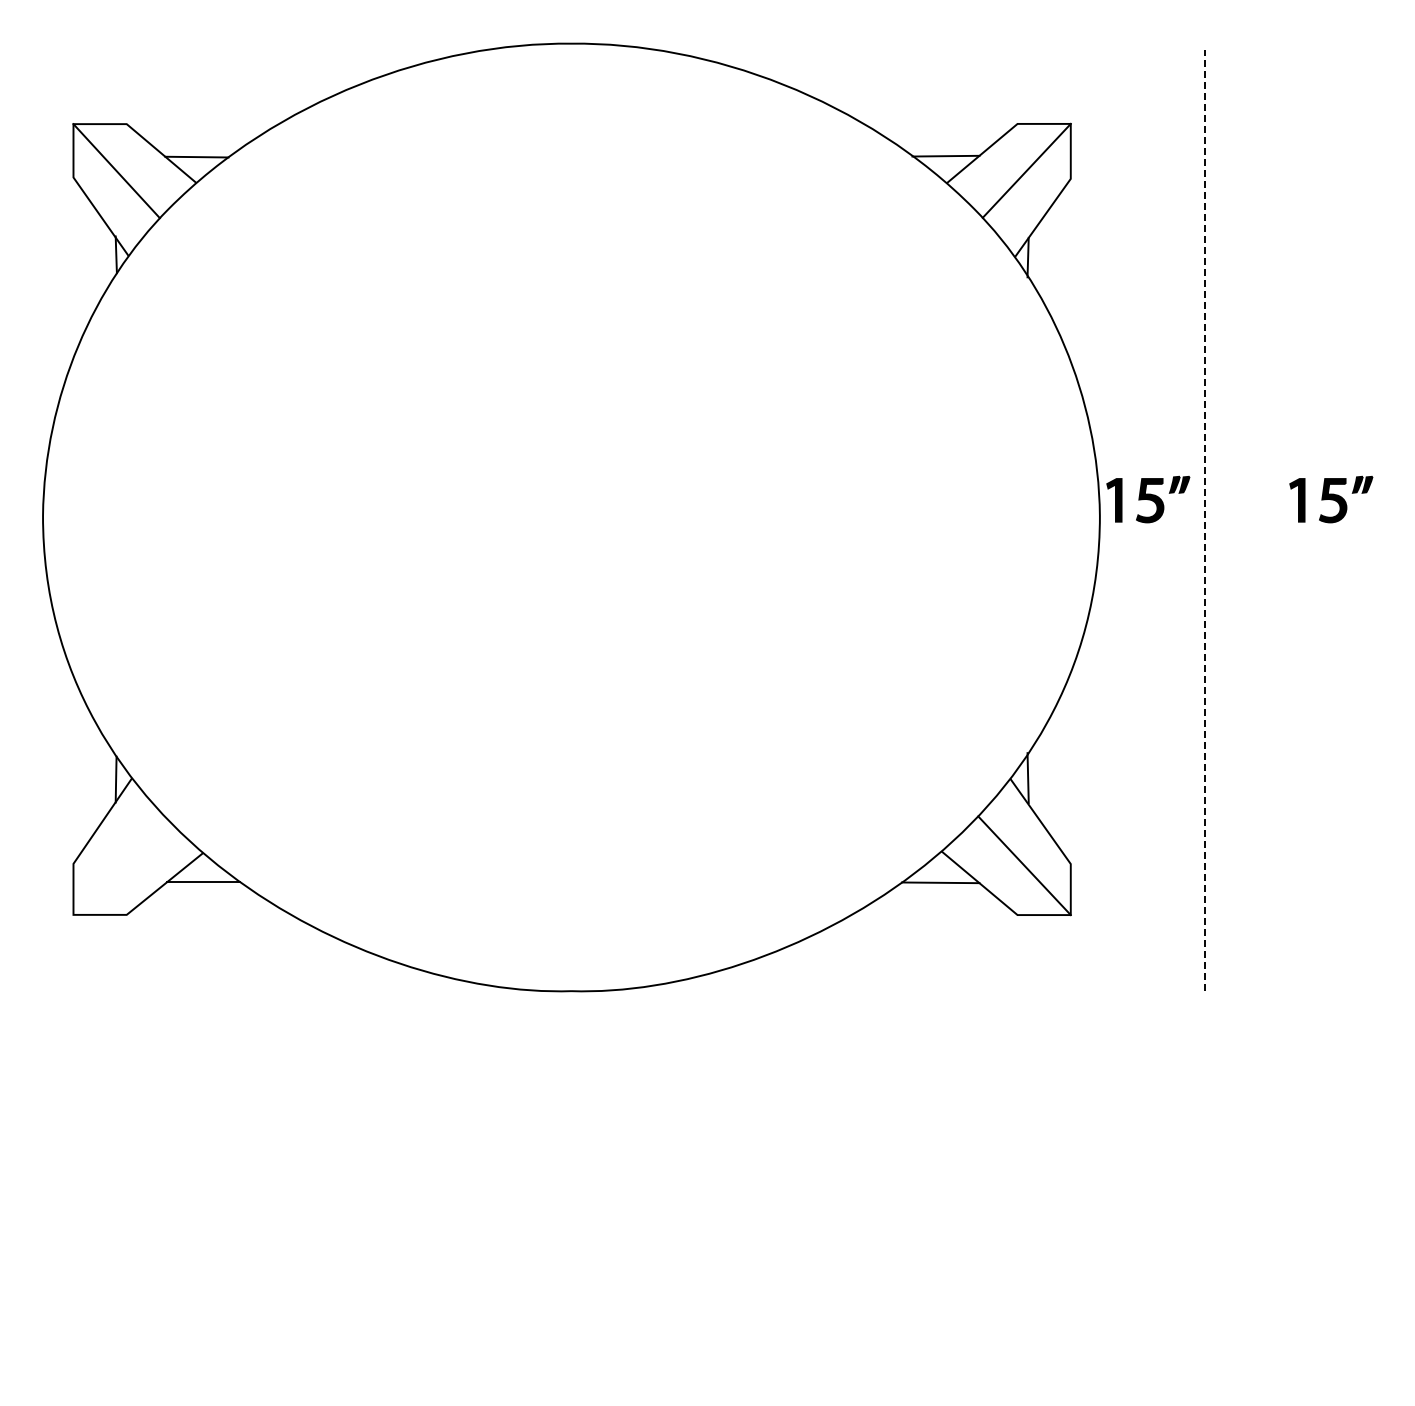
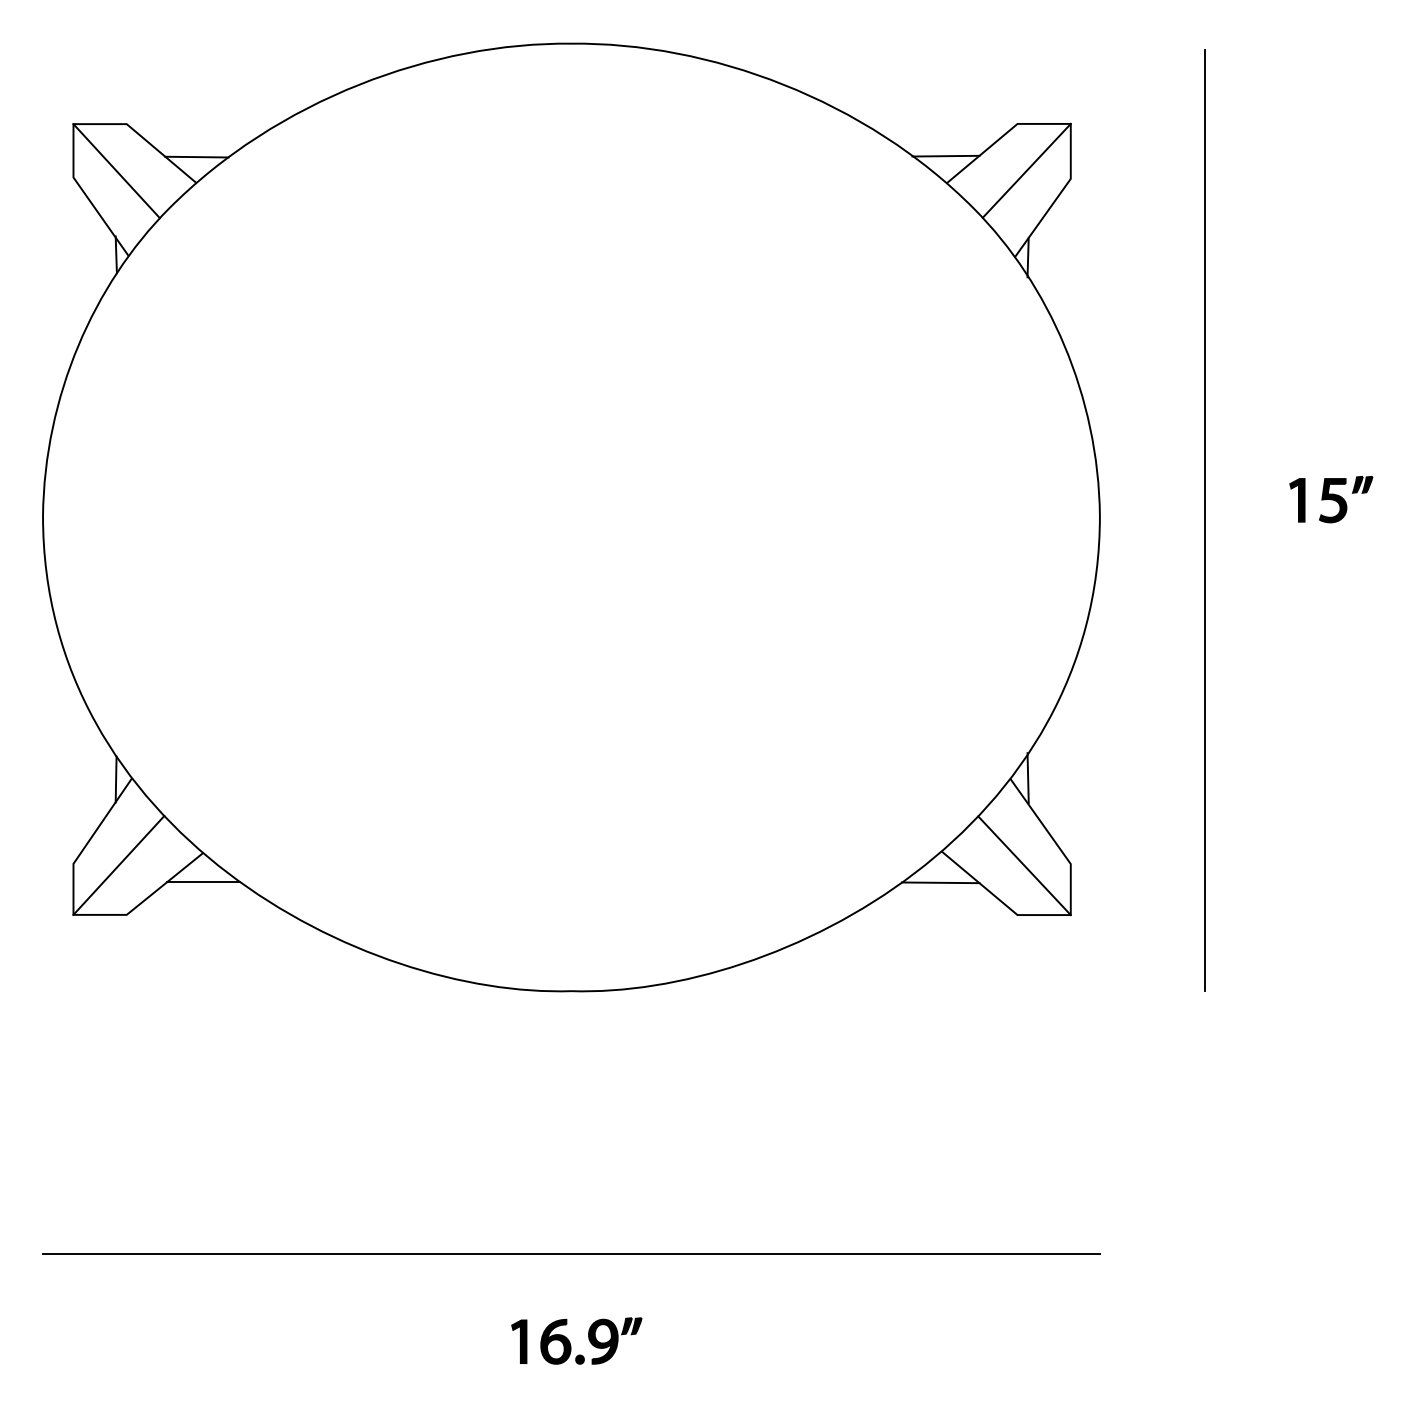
part at (1148, 499): present -> none
line at (1204, 520): dashed -> solid
line at (118, 865): none -> present
line at (571, 1254): none -> present
part at (570, 1342): none -> present
